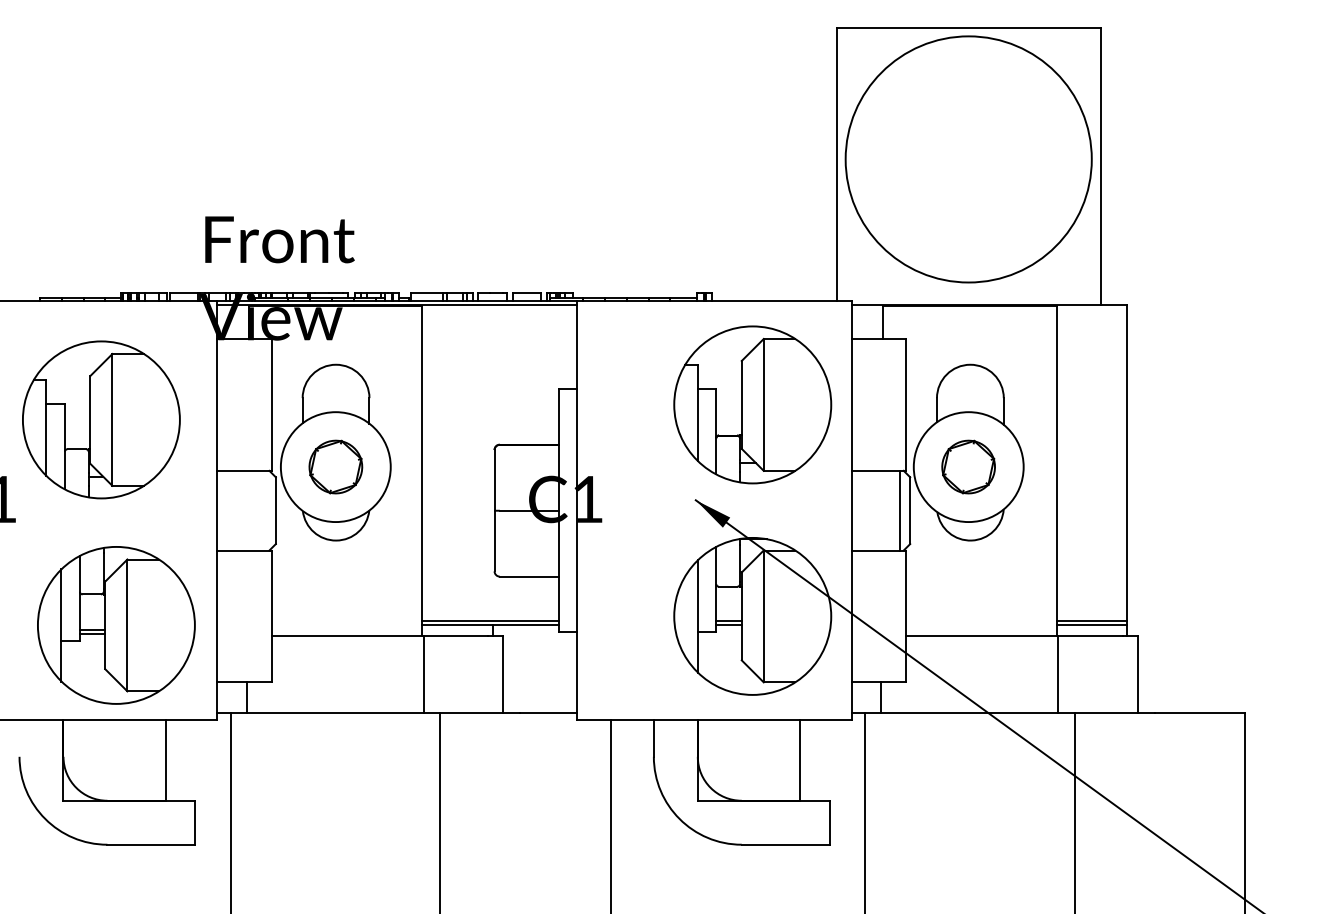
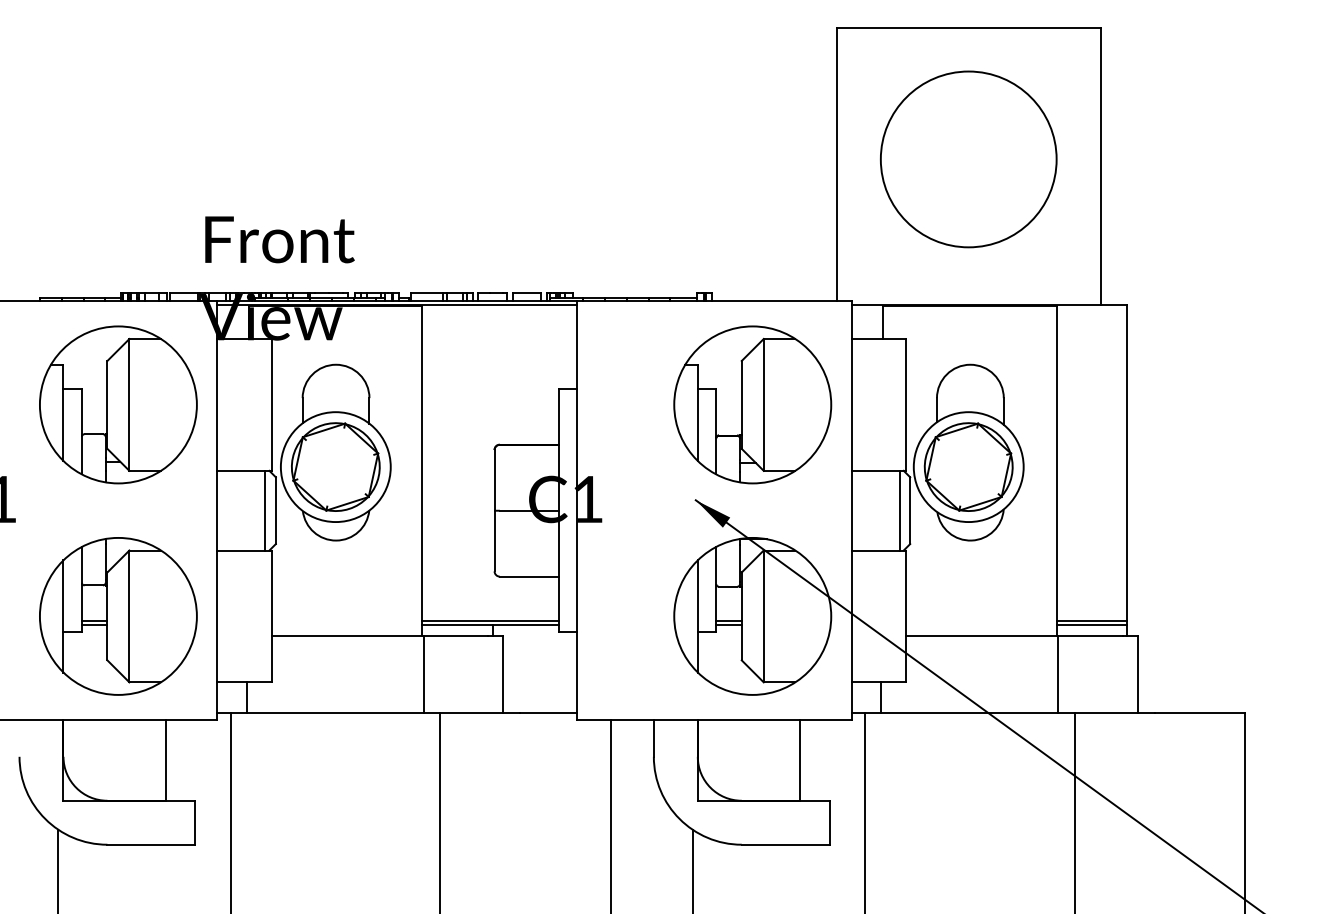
circle at (968, 159) diameter: 246 px -> 176 px
part at (101, 419) position: (101, 419) -> (118, 404)
part at (335, 466) size: 56x56 px -> 90x90 px
part at (968, 466) size: 55x56 px -> 91x90 px
line at (265, 510): none -> present
part at (116, 625) position: (116, 625) -> (118, 616)
line at (58, 869): none -> present
line at (692, 869): none -> present
